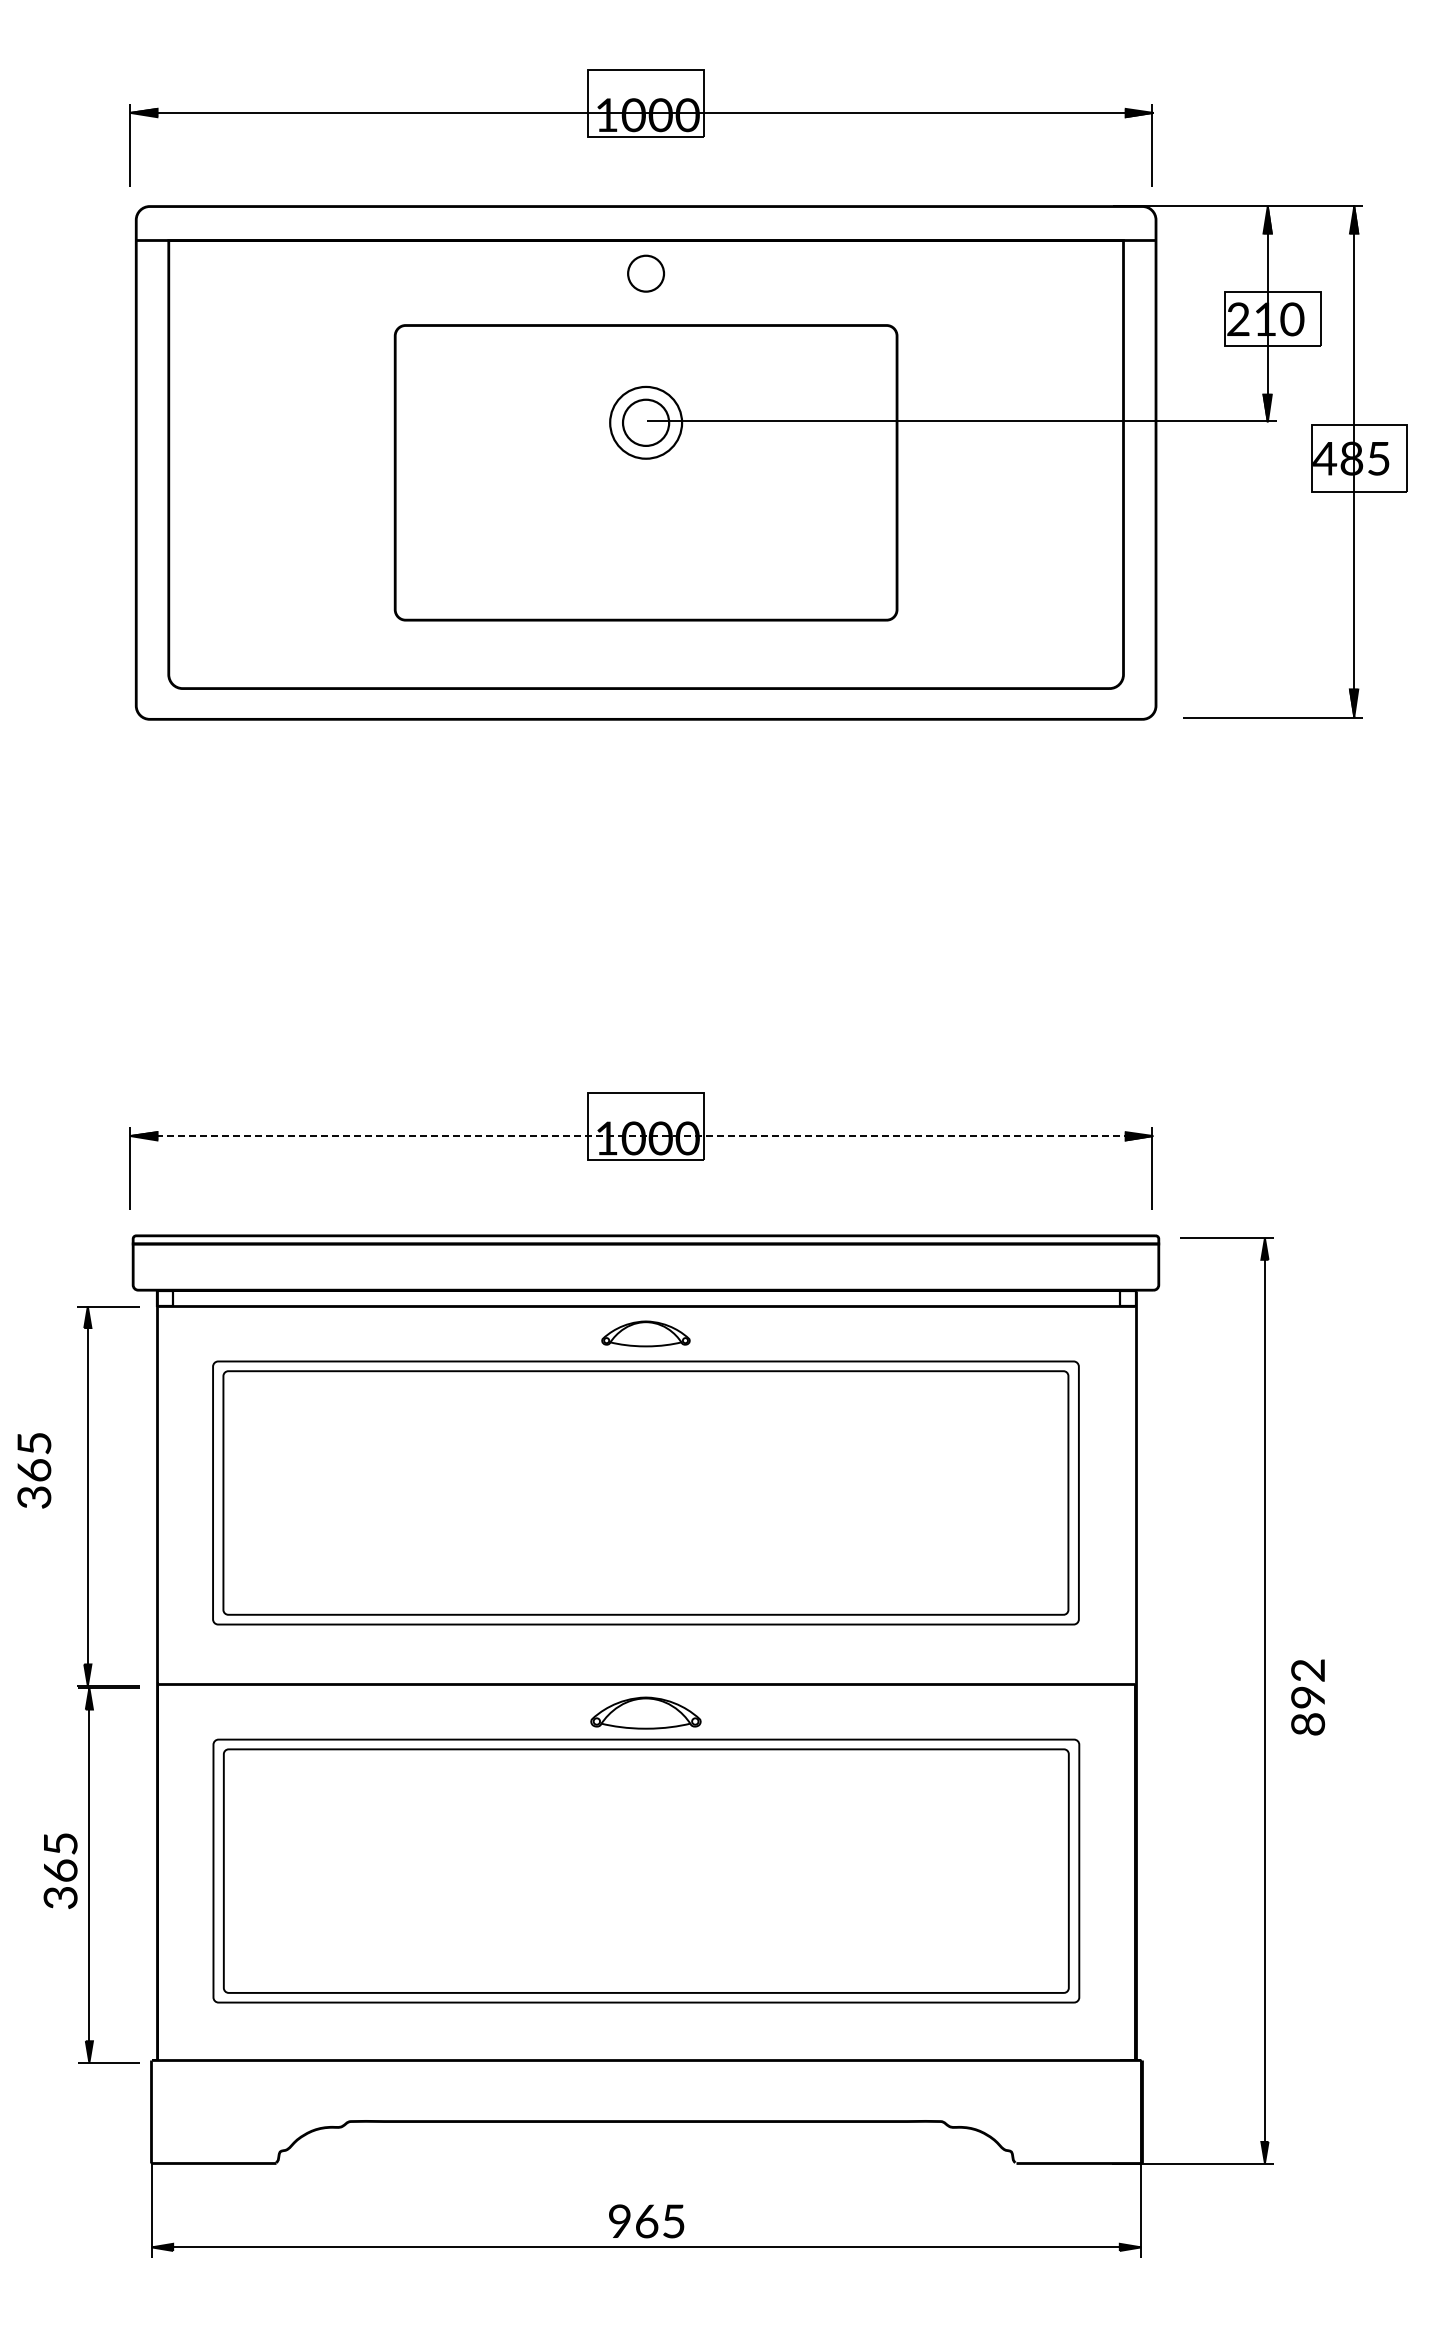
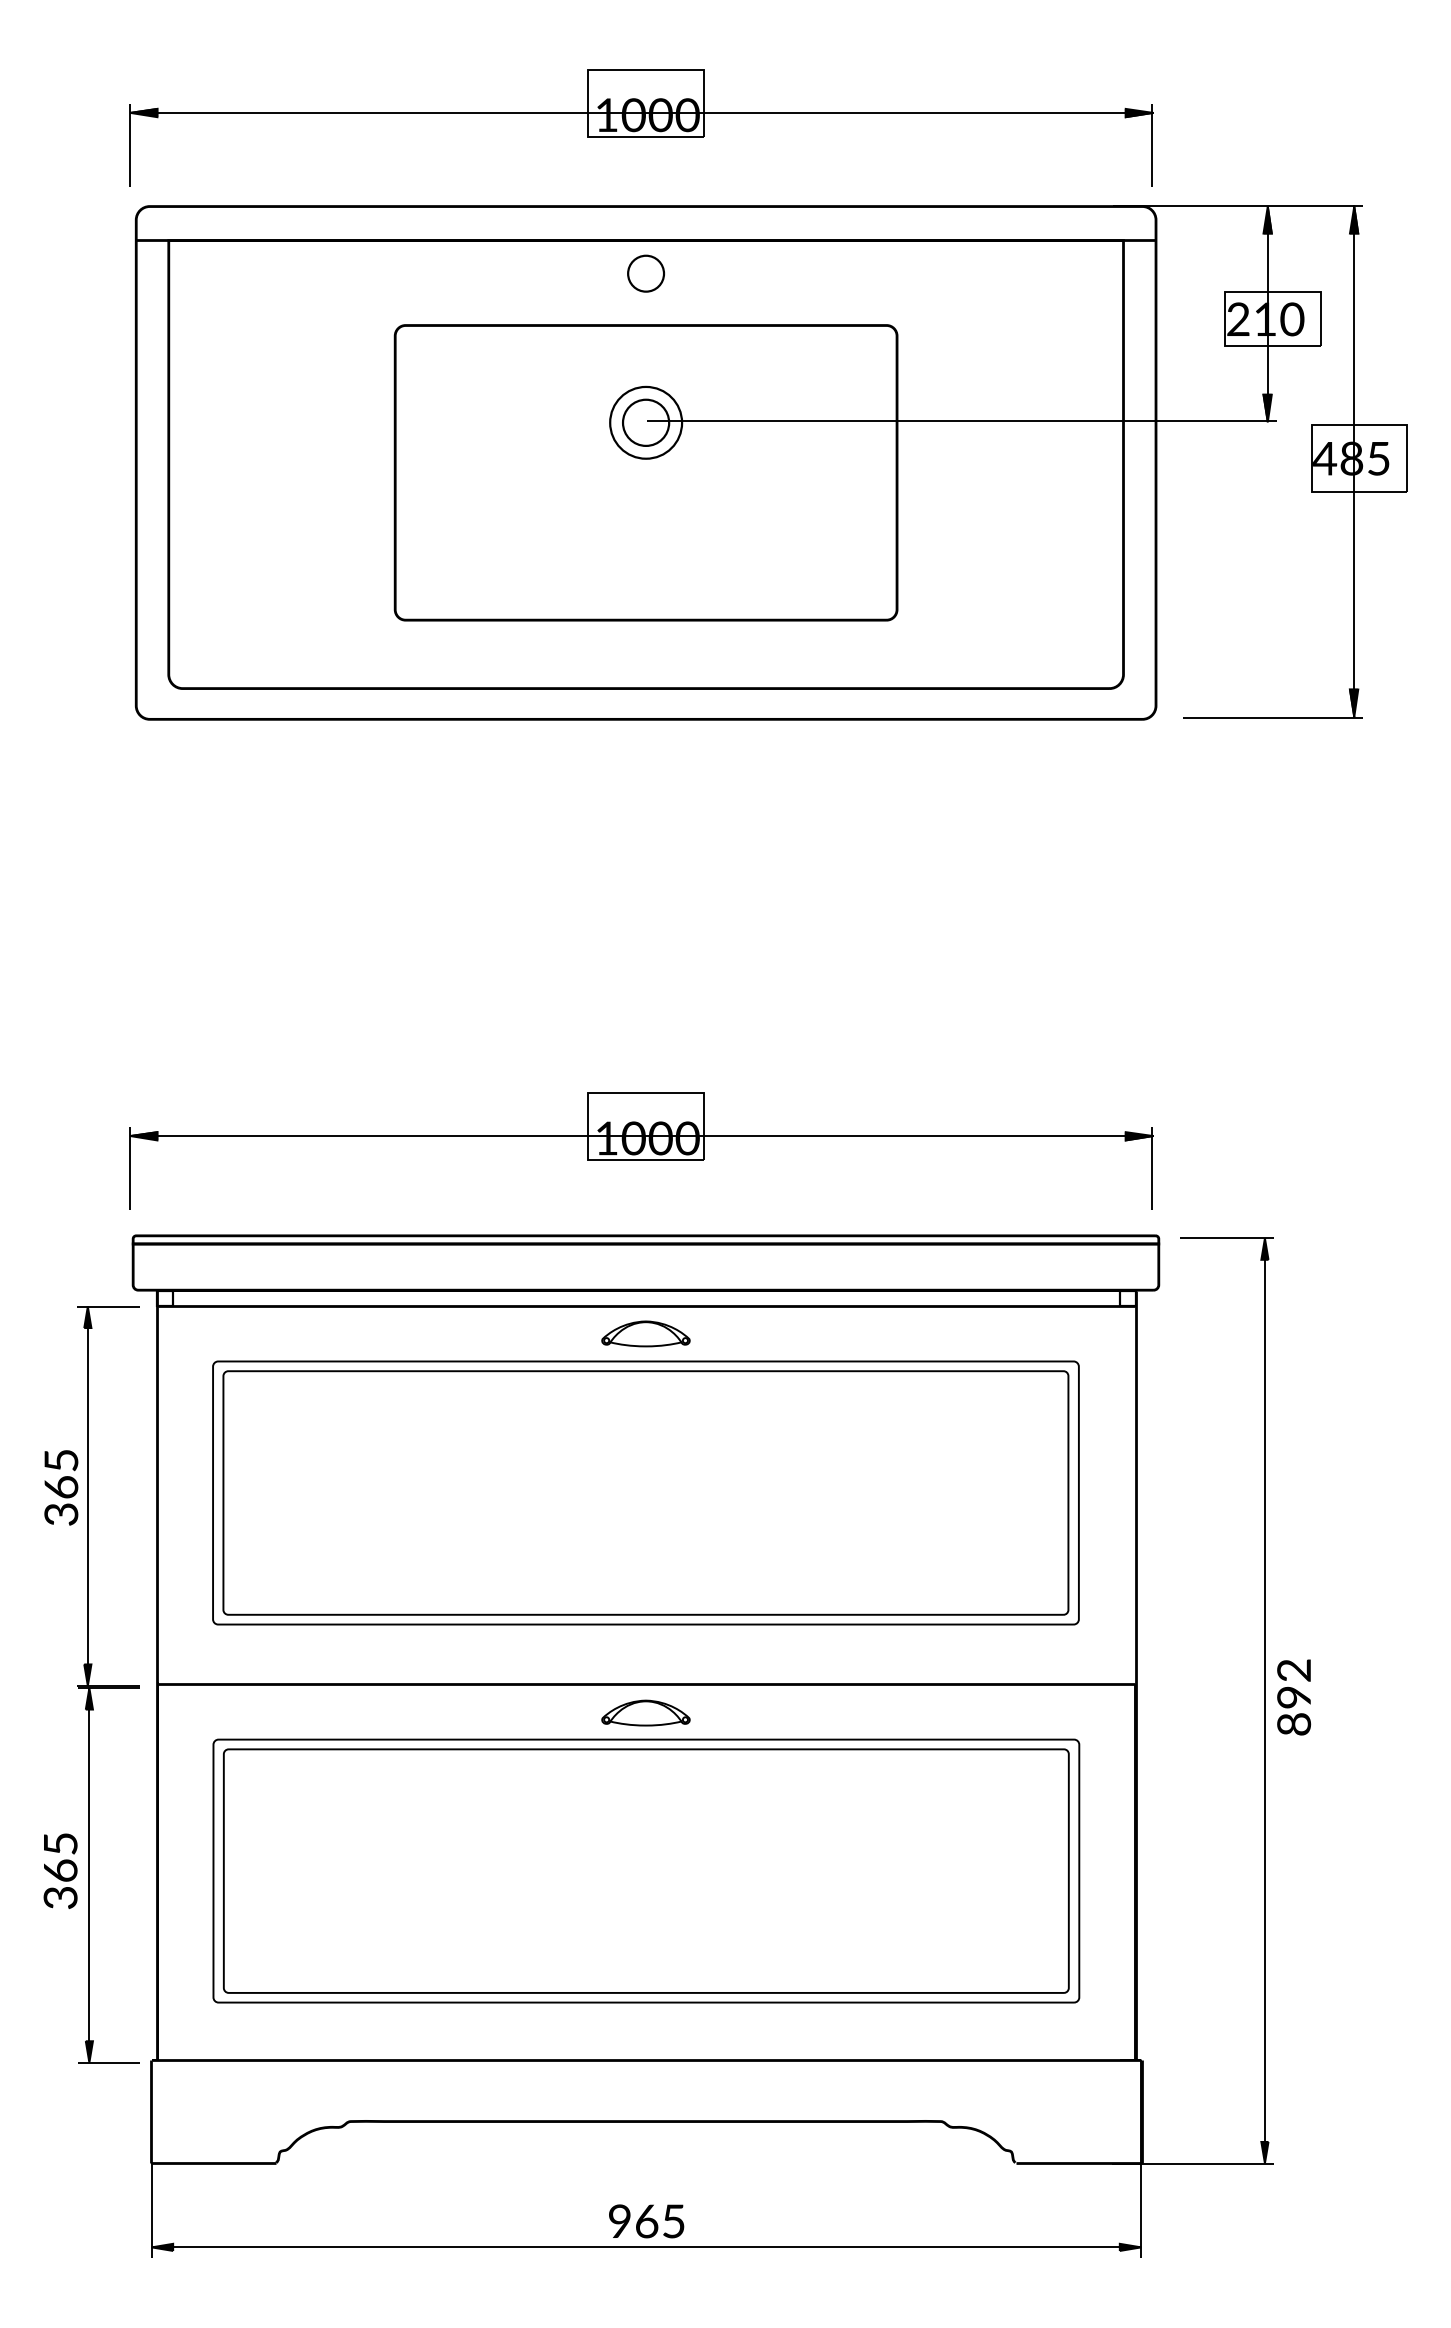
line at (644, 1136): dashed -> solid
text at (34, 1470) position: (34, 1470) -> (61, 1487)
text at (1308, 1697) position: (1308, 1697) -> (1294, 1697)
part at (645, 1712) size: 112x34 px -> 90x28 px
